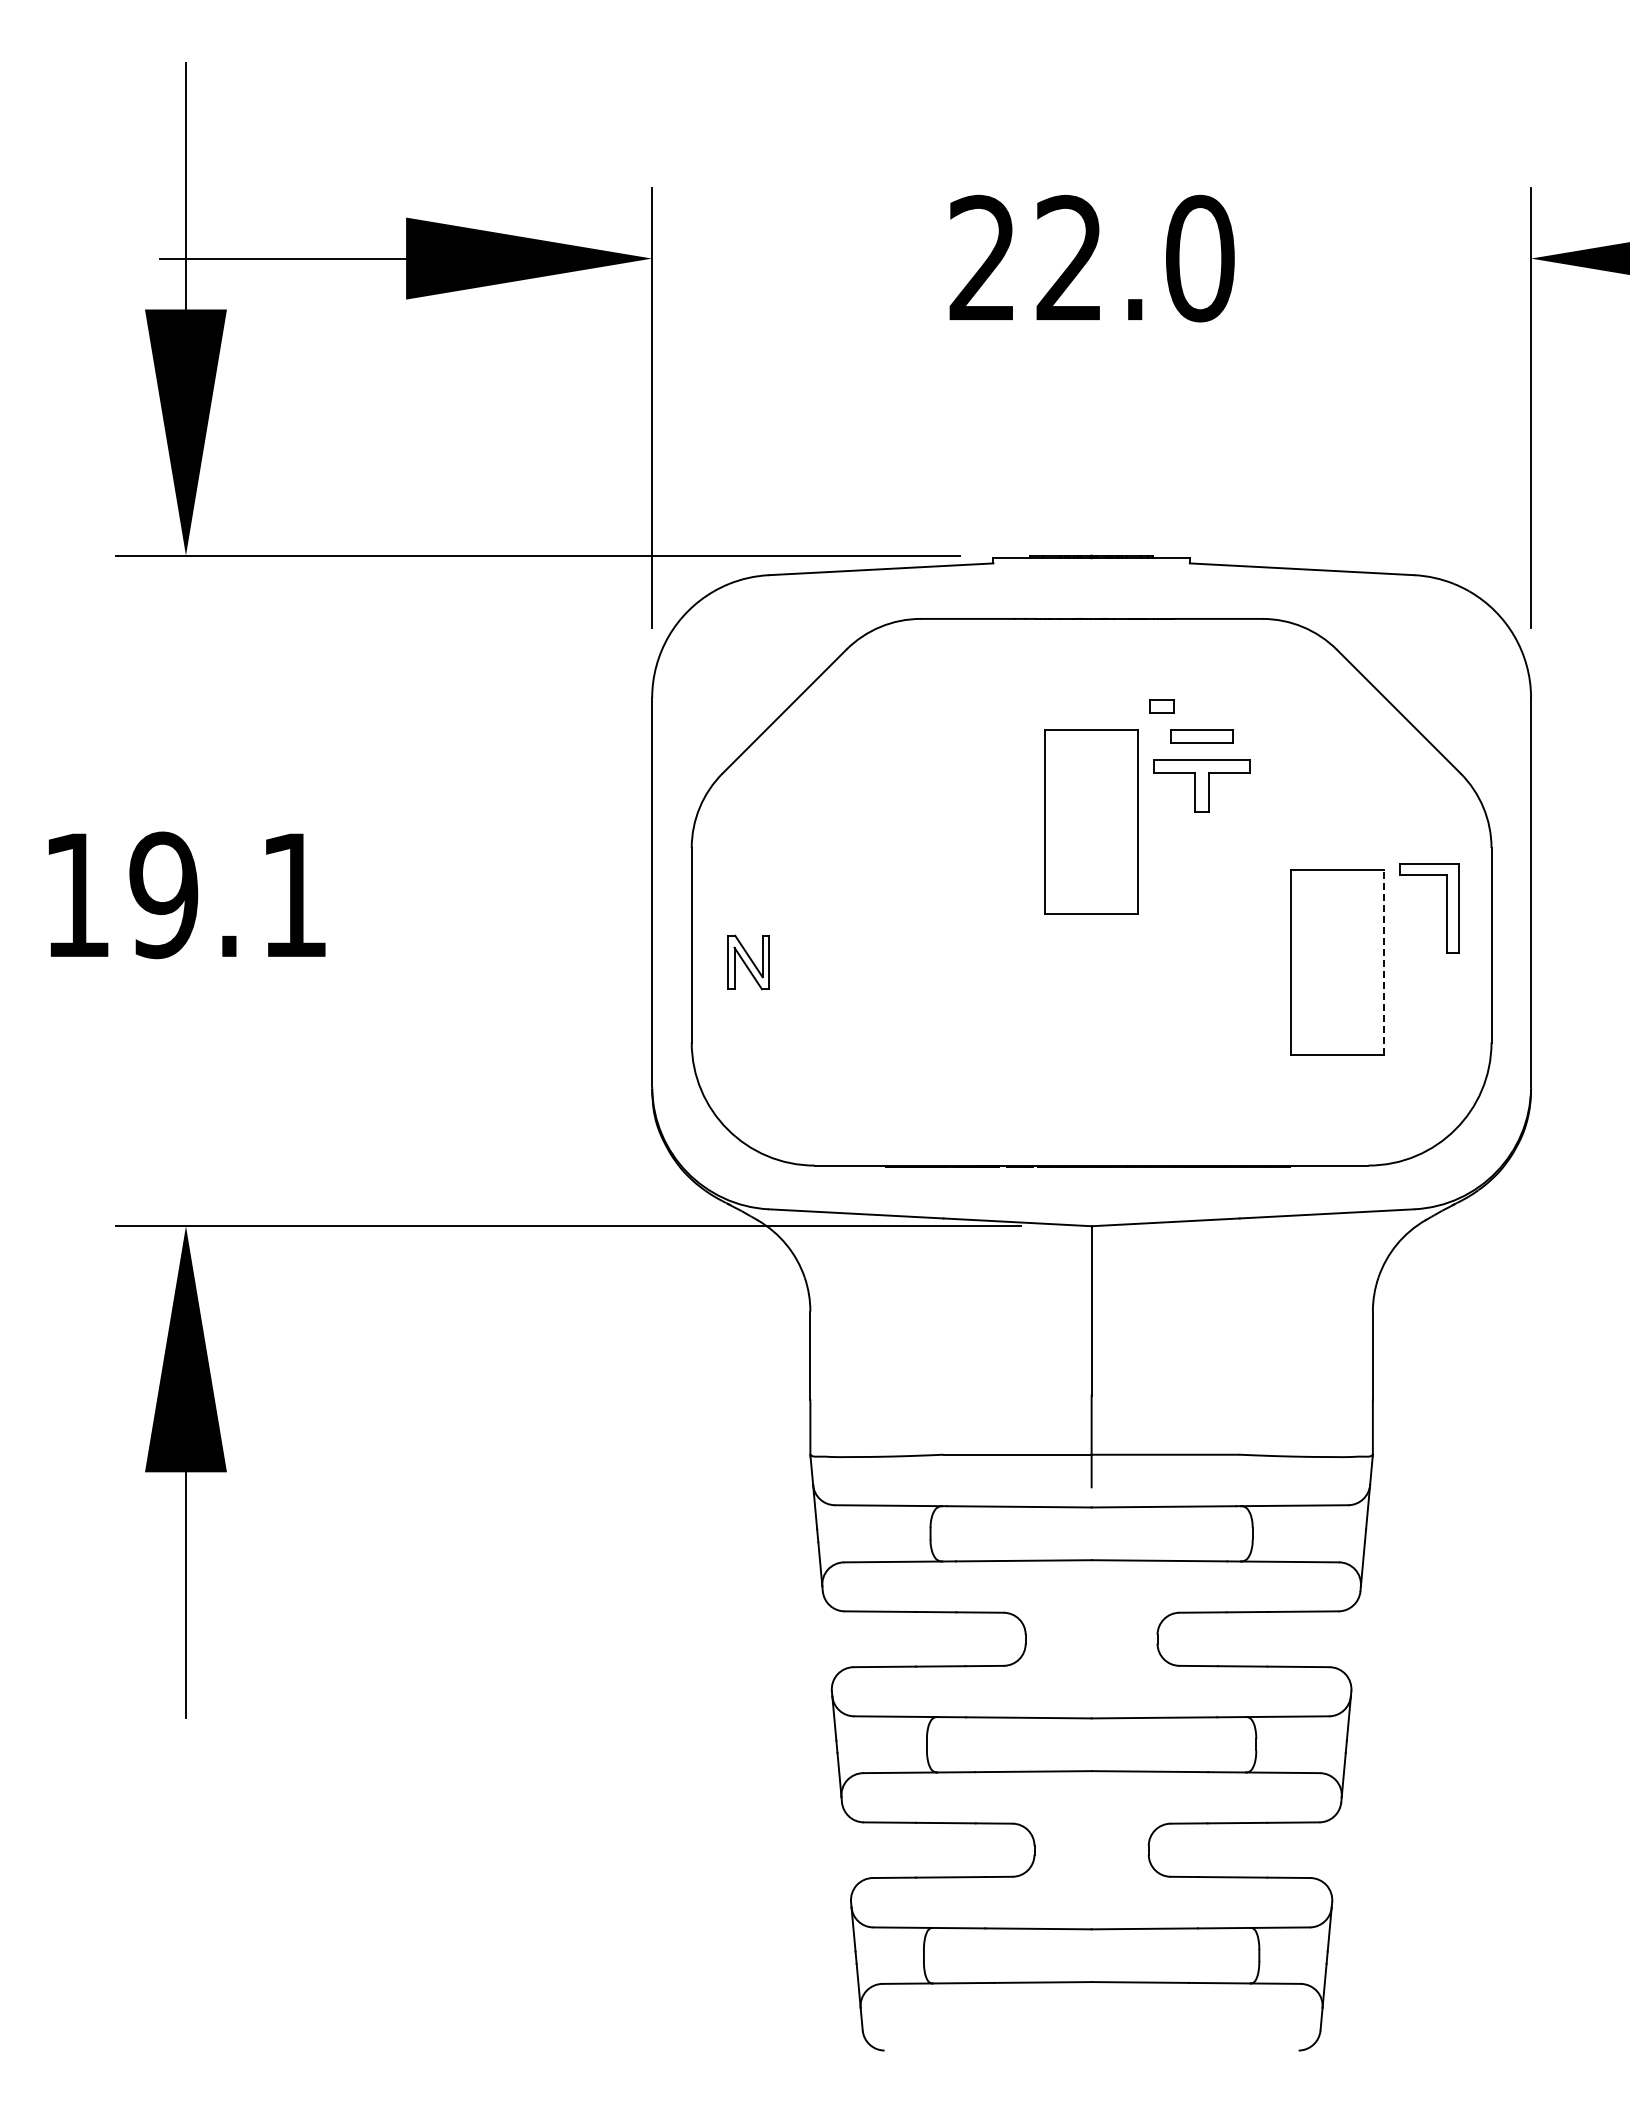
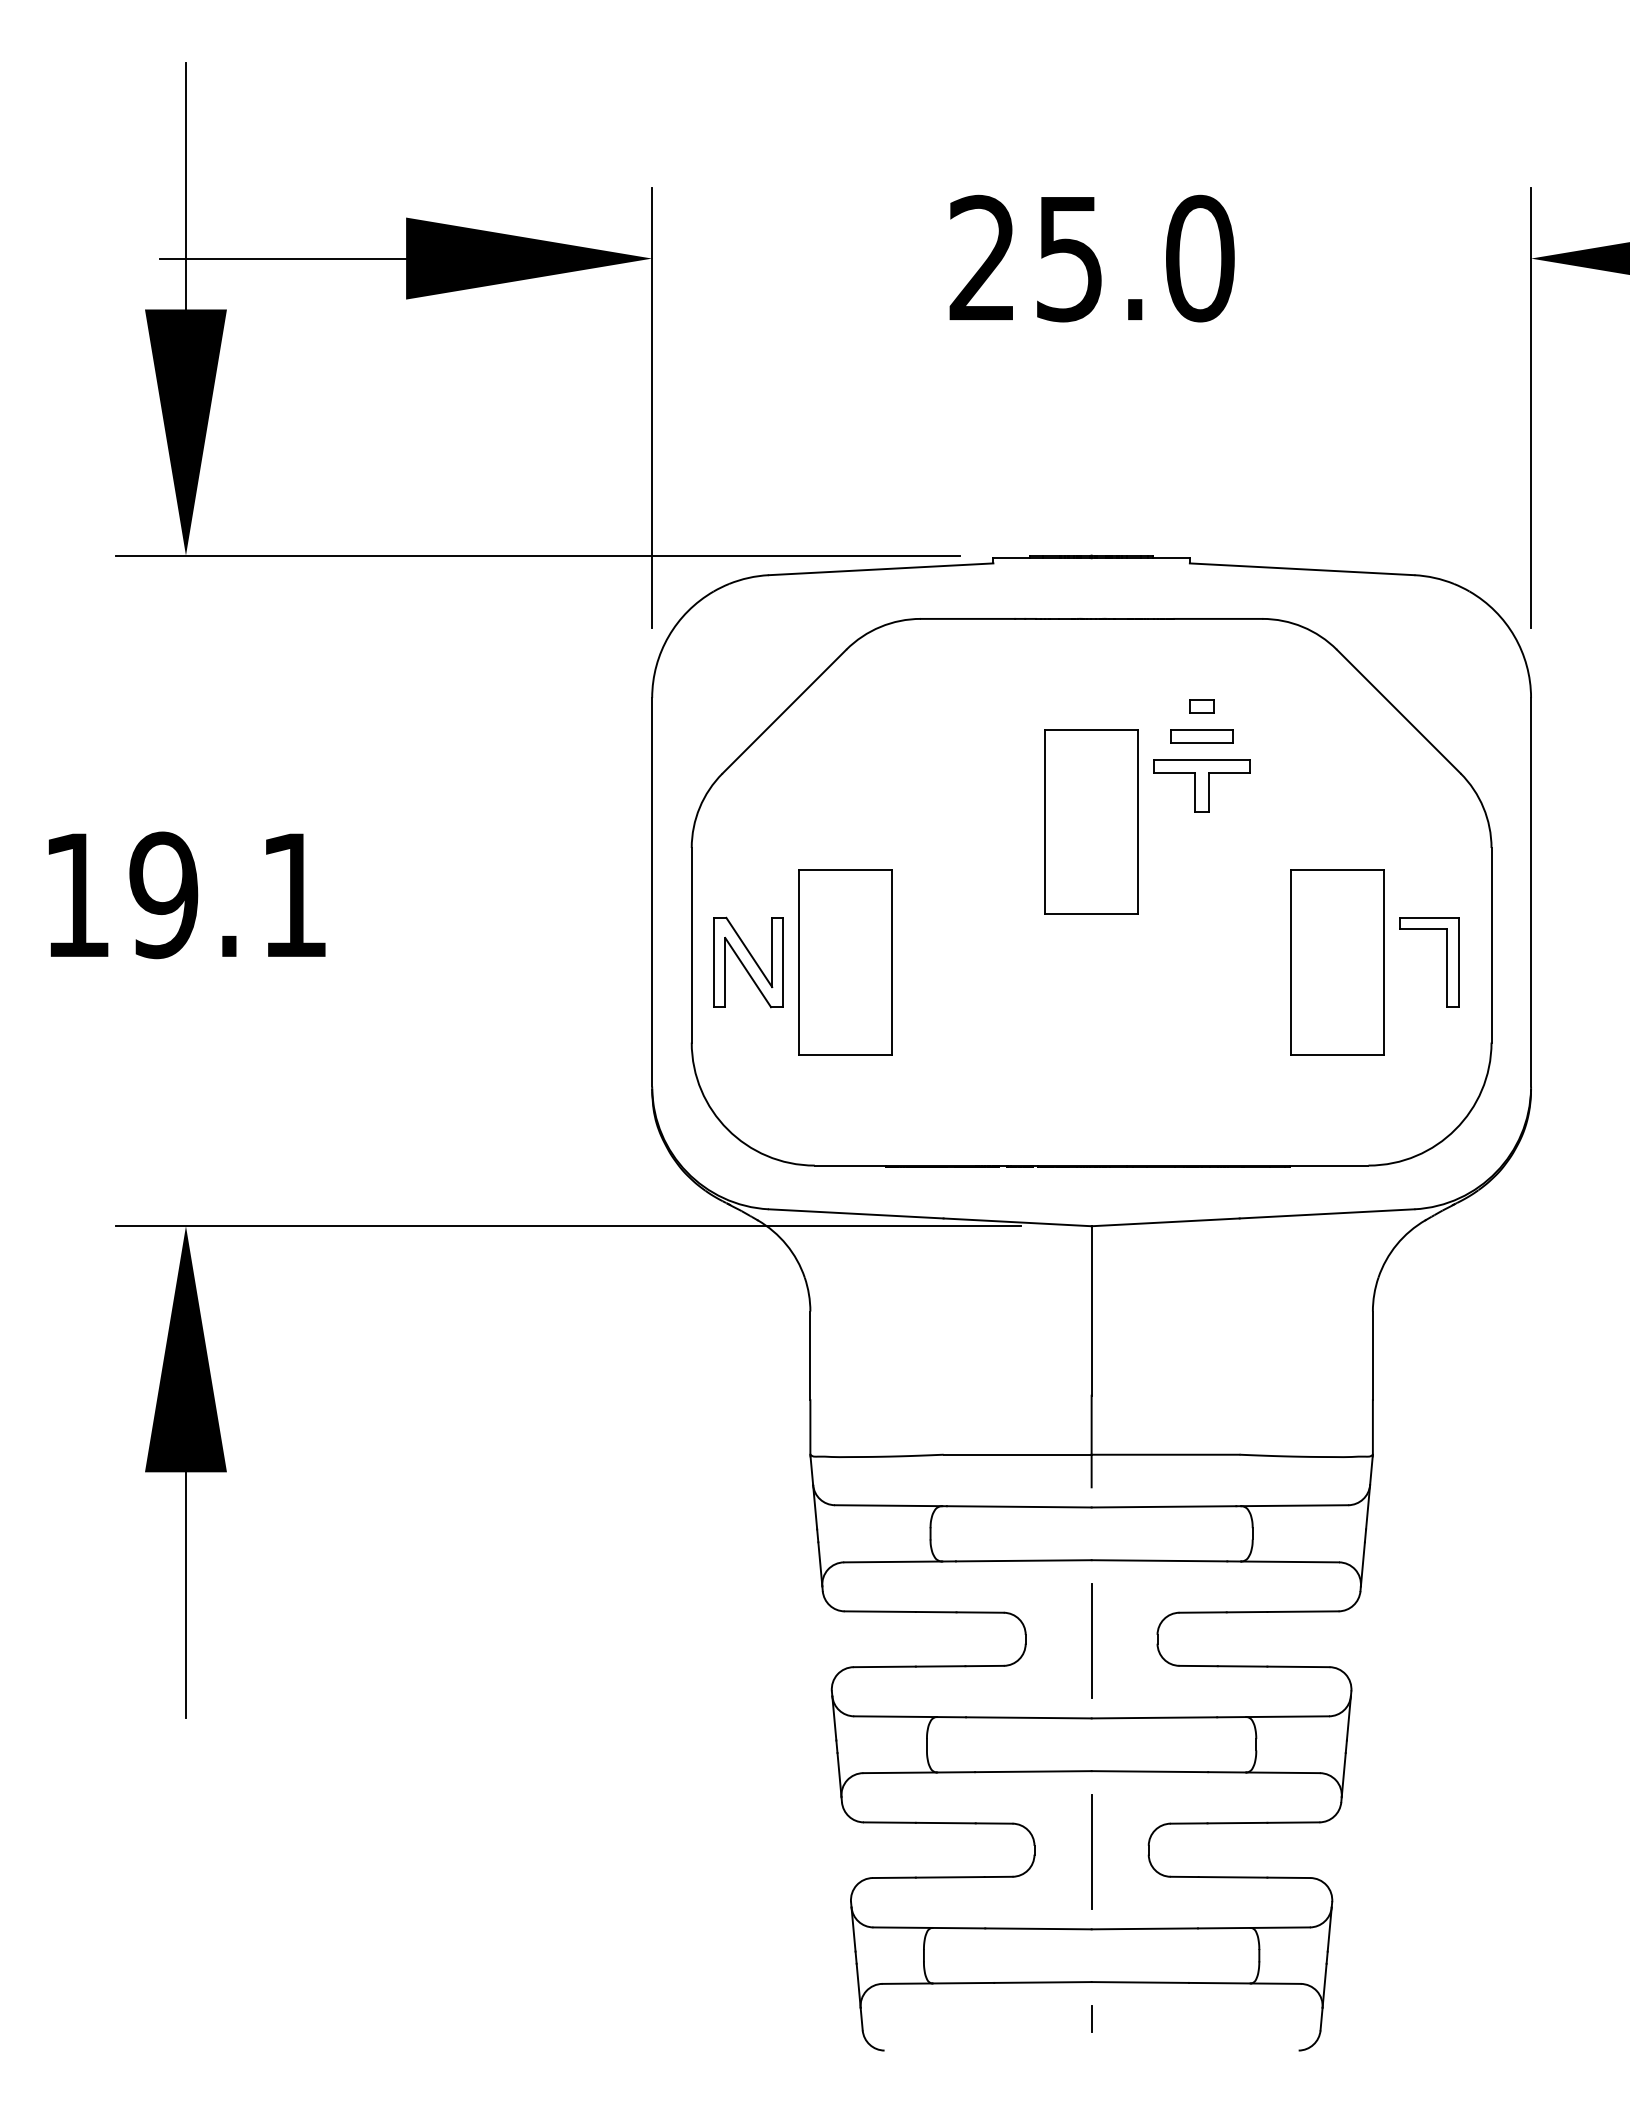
text at (1068, 258): 22.0 -> 25.0
part at (1161, 706) position: (1161, 706) -> (1201, 706)
part at (1446, 908) position: (1446, 908) -> (1446, 962)
part at (748, 962) size: 43x57 px -> 71x93 px
part at (845, 962): none -> present
line at (1384, 962): dashed -> solid
line at (1091, 1641): none -> present
line at (1091, 1851): none -> present
line at (1091, 2019): none -> present
